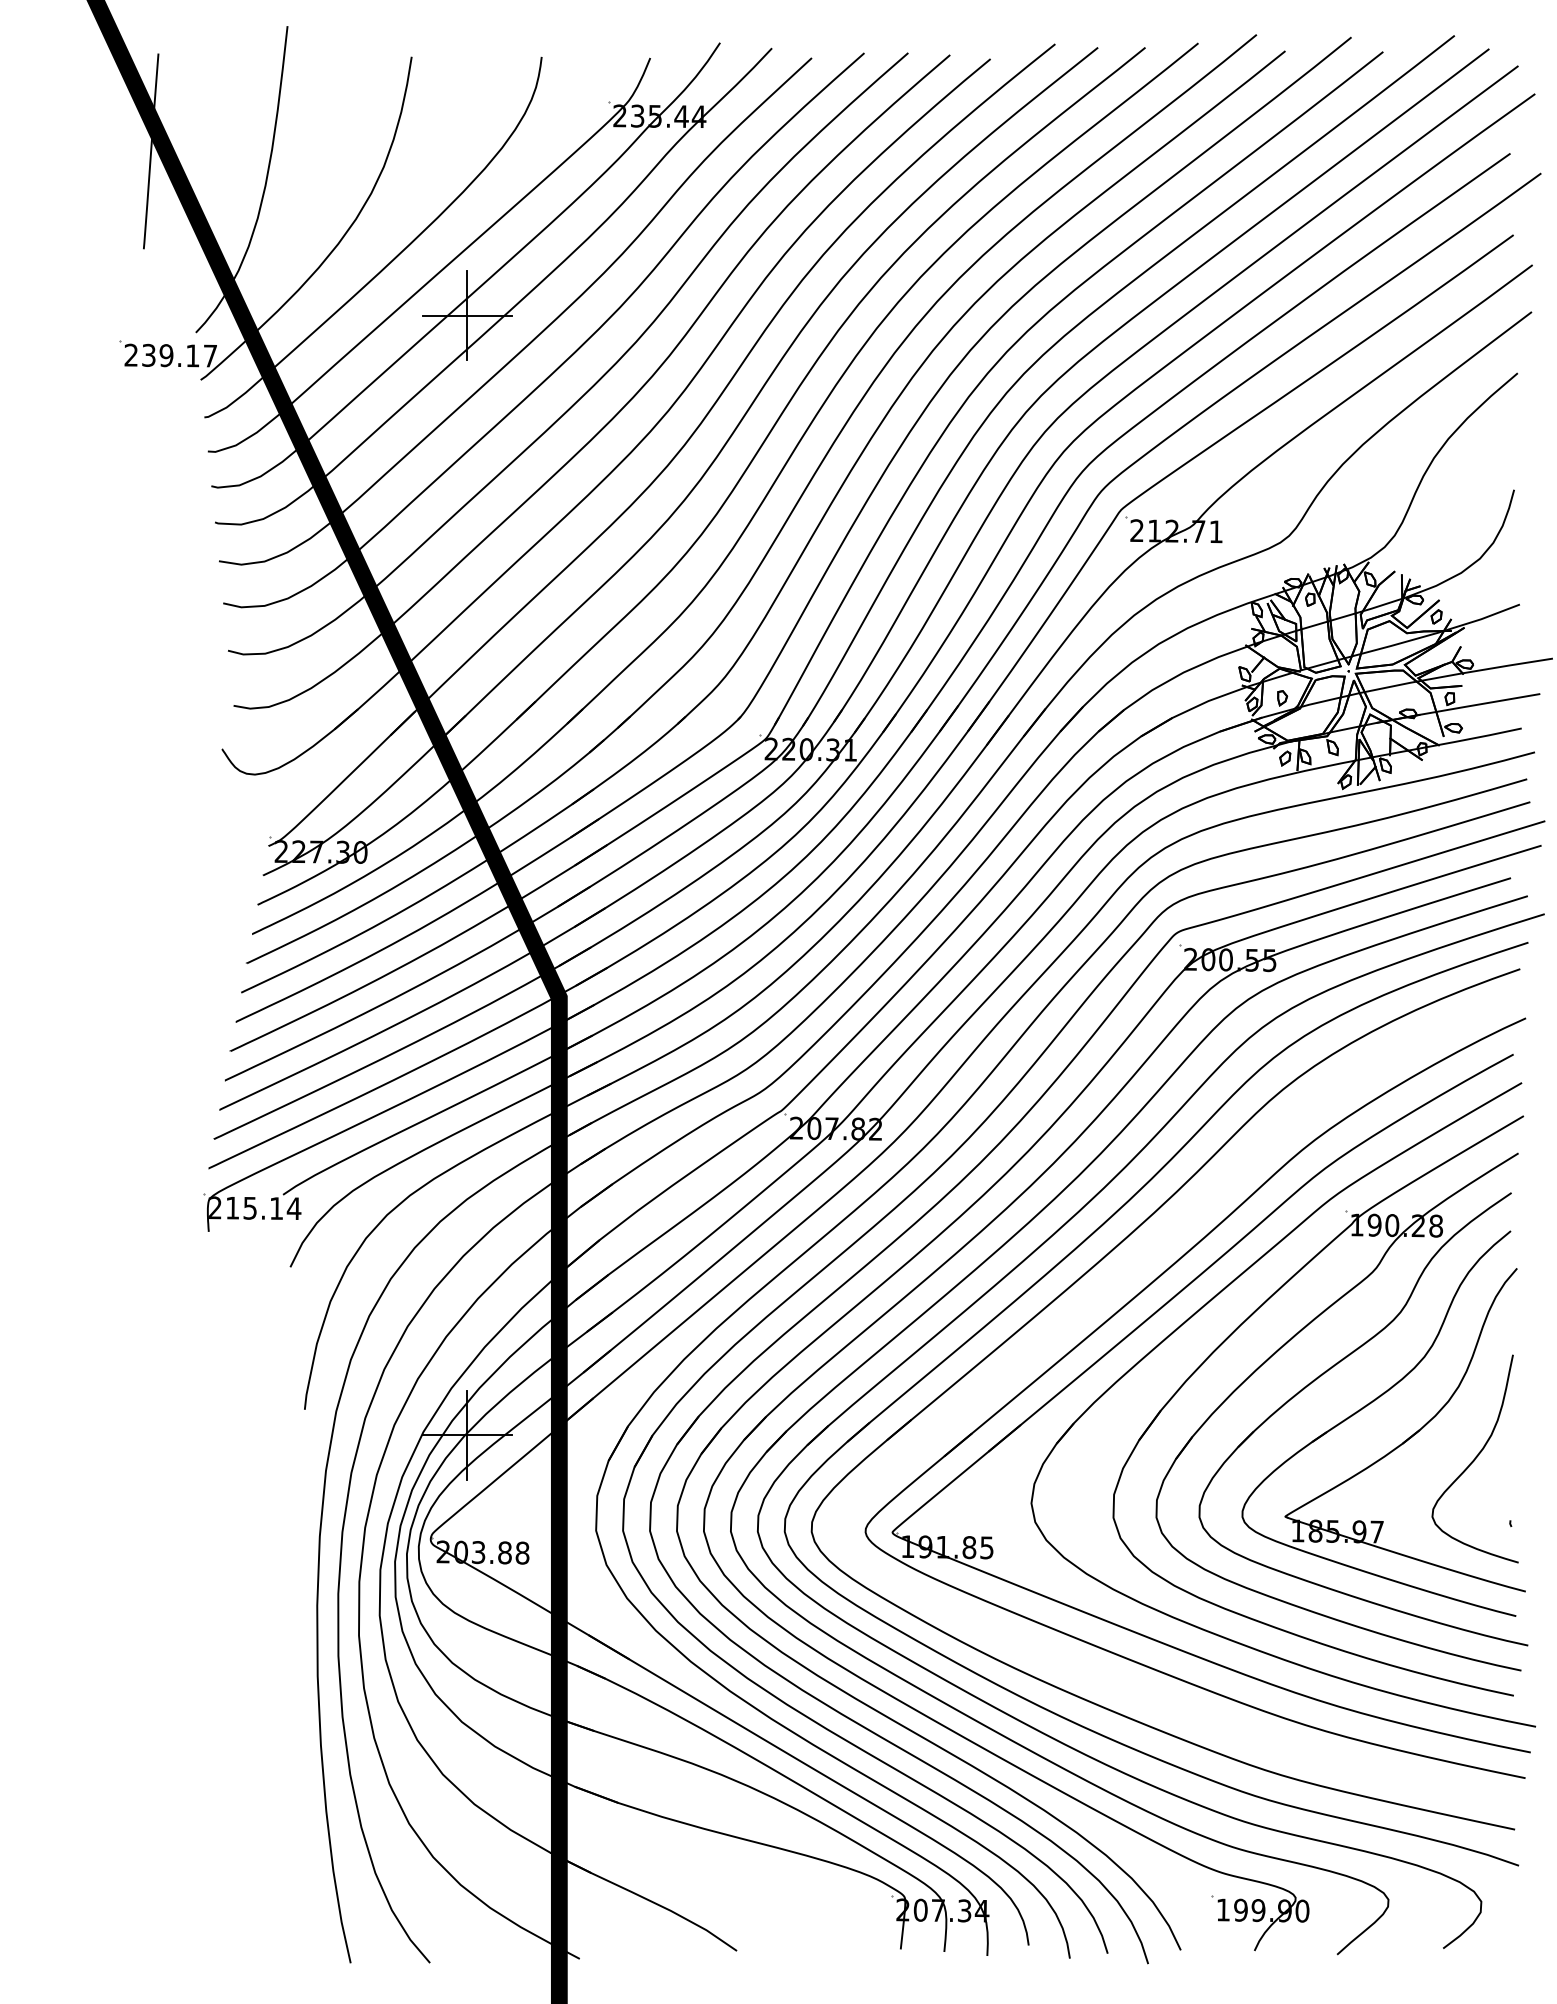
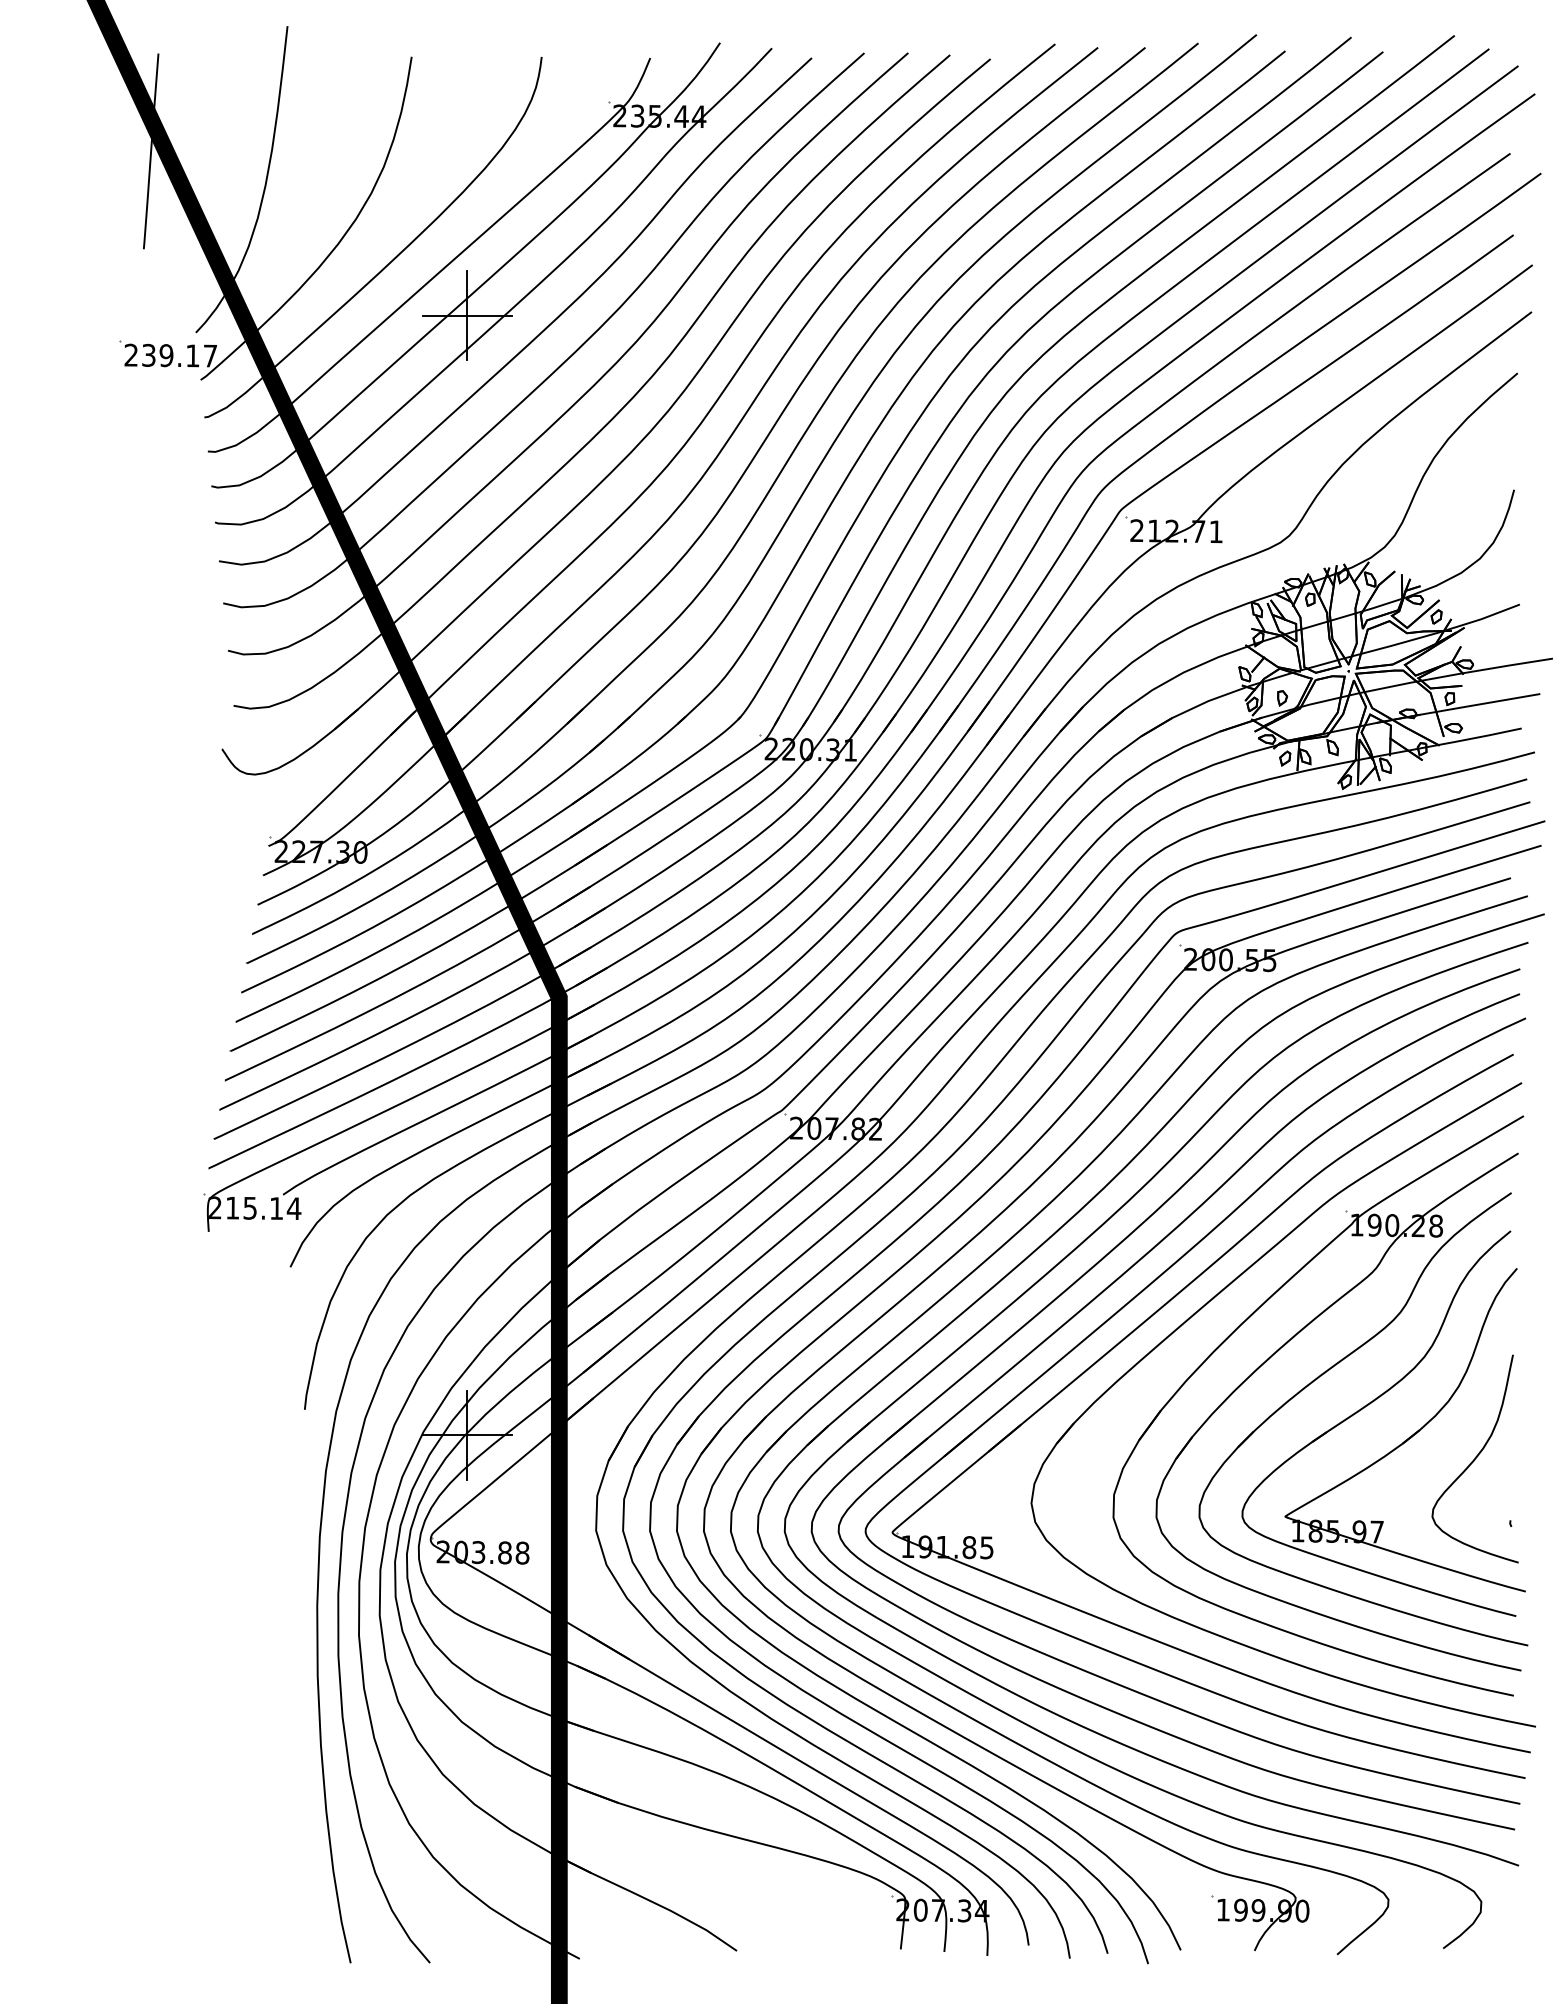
part at (1094, 1300): none -> present
